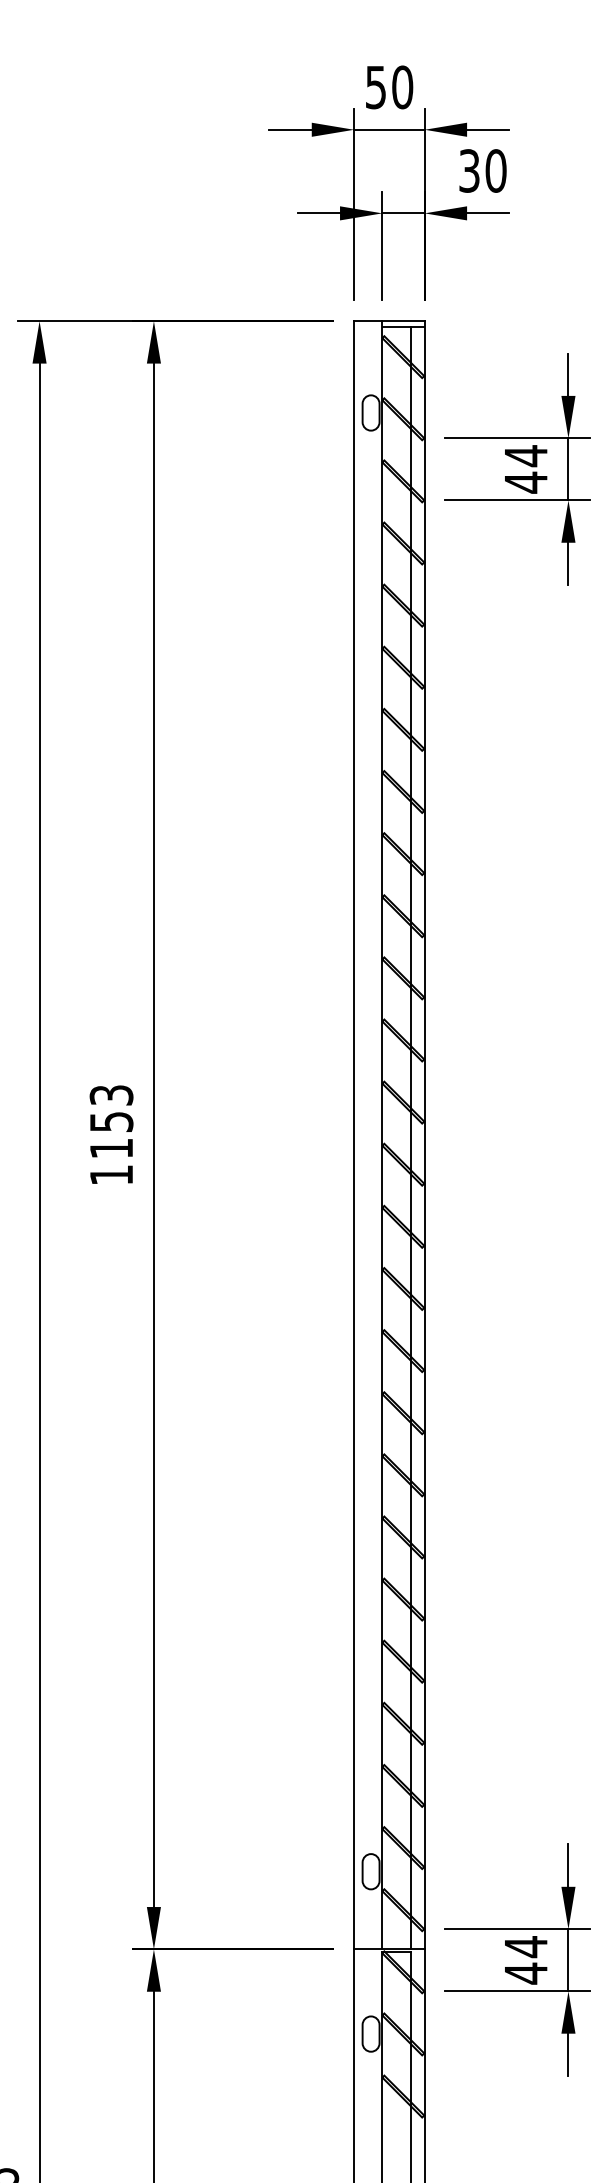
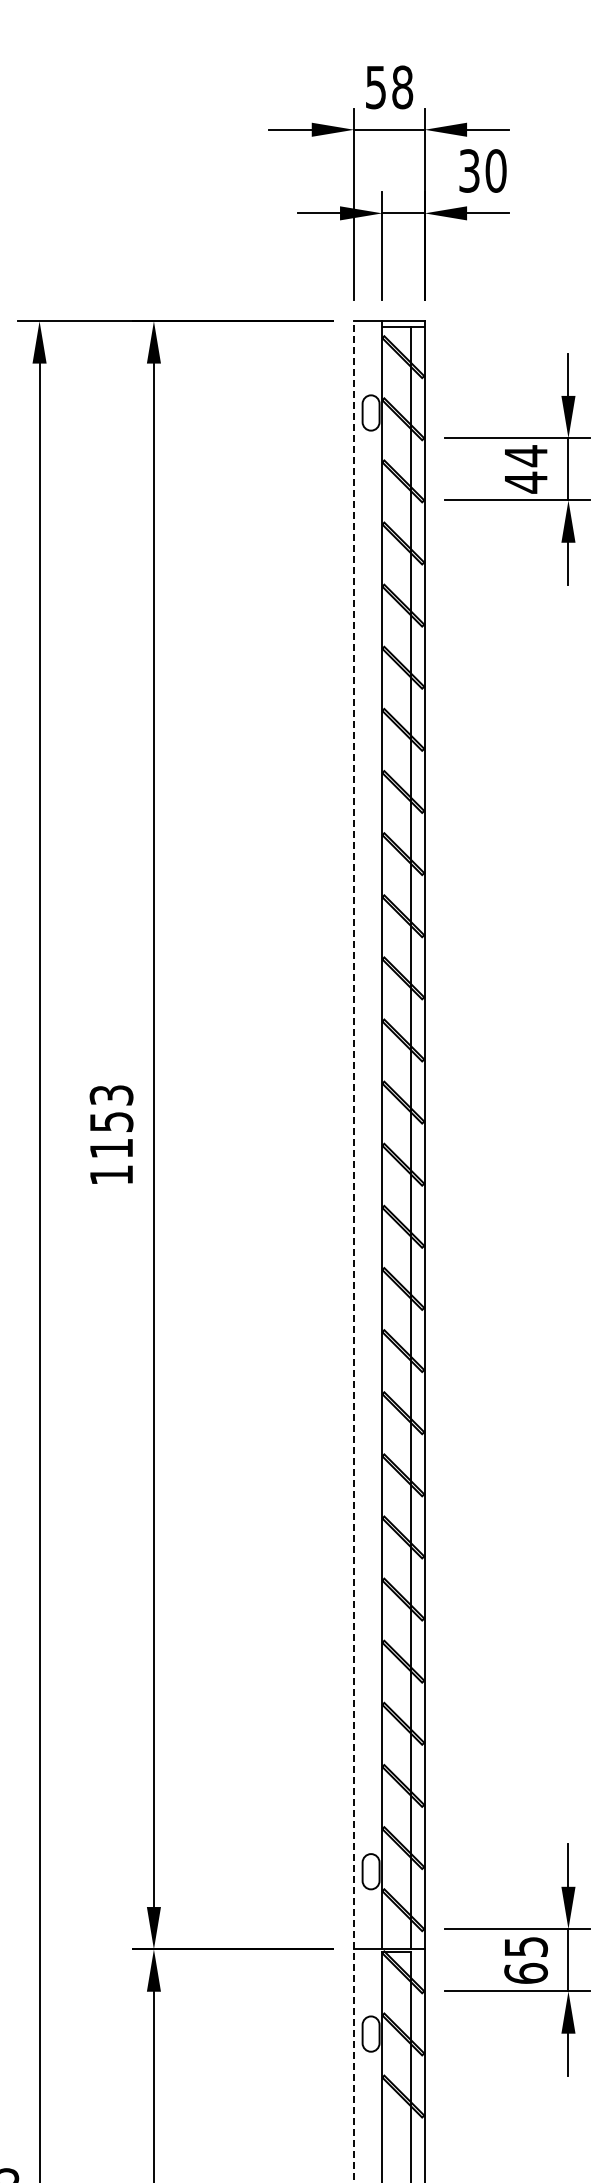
text at (402, 87): 50 -> 58
line at (354, 1251): solid -> dashed
text at (525, 1960): 44 -> 65
